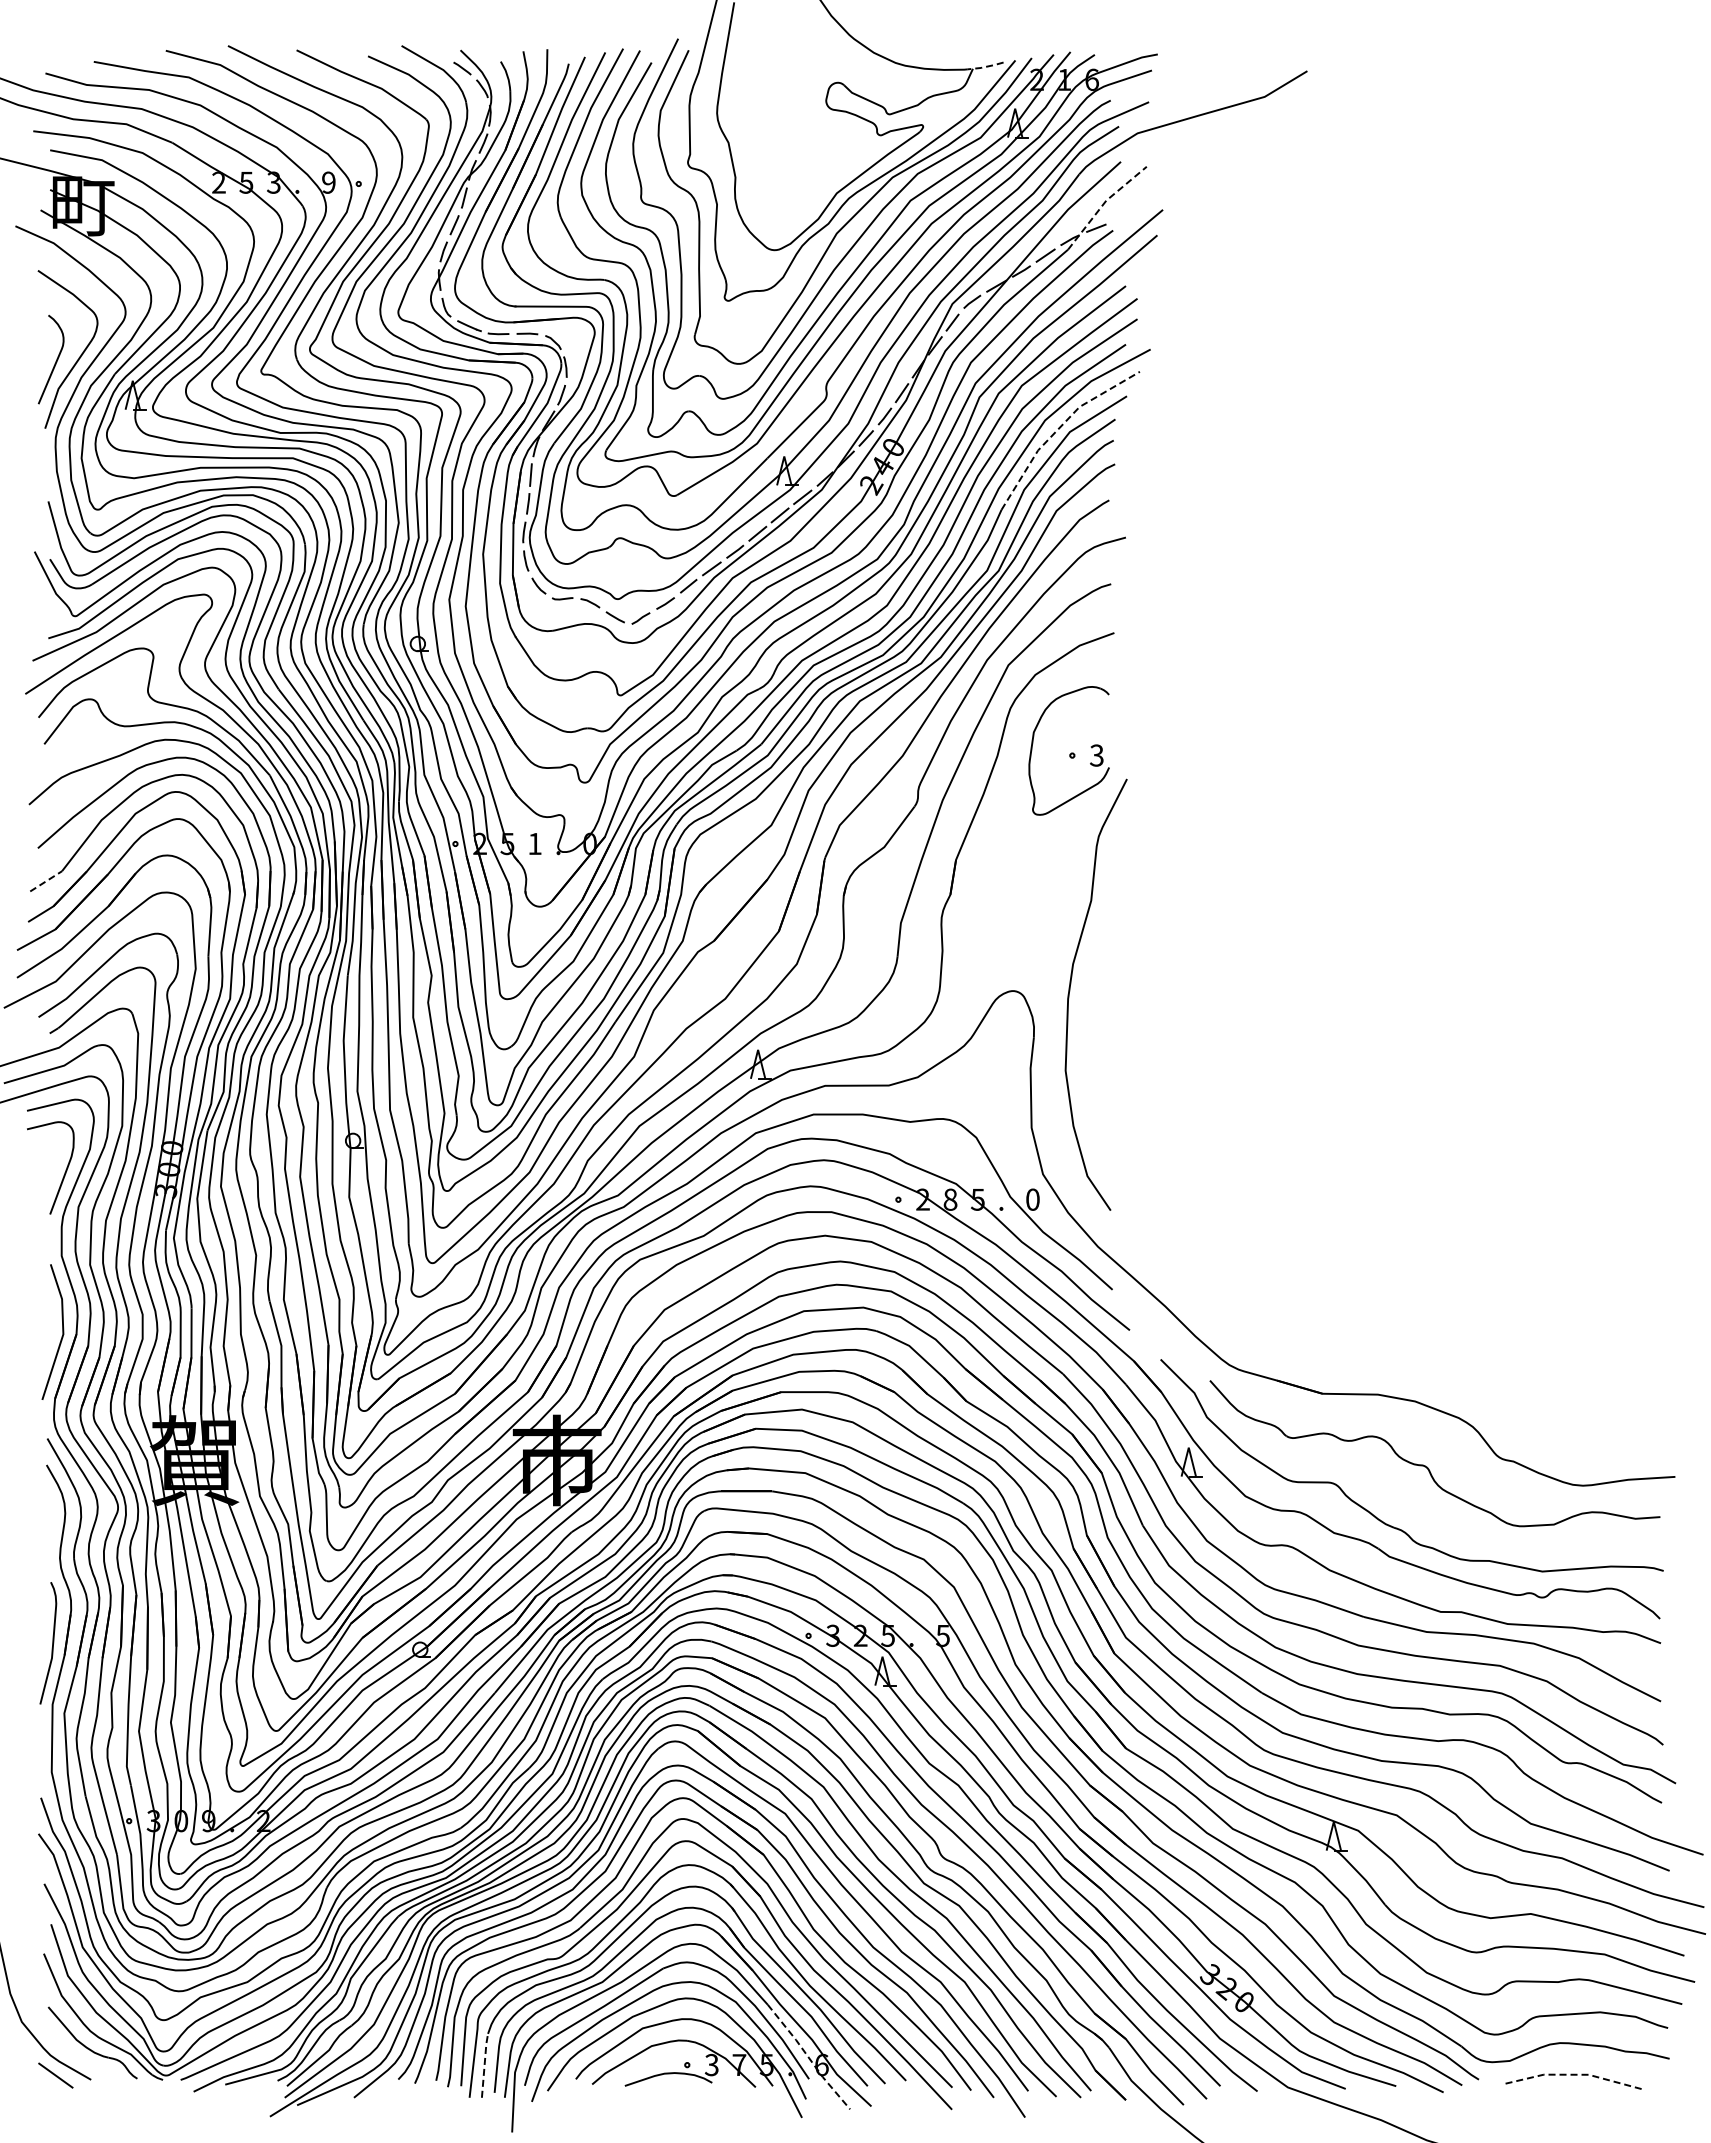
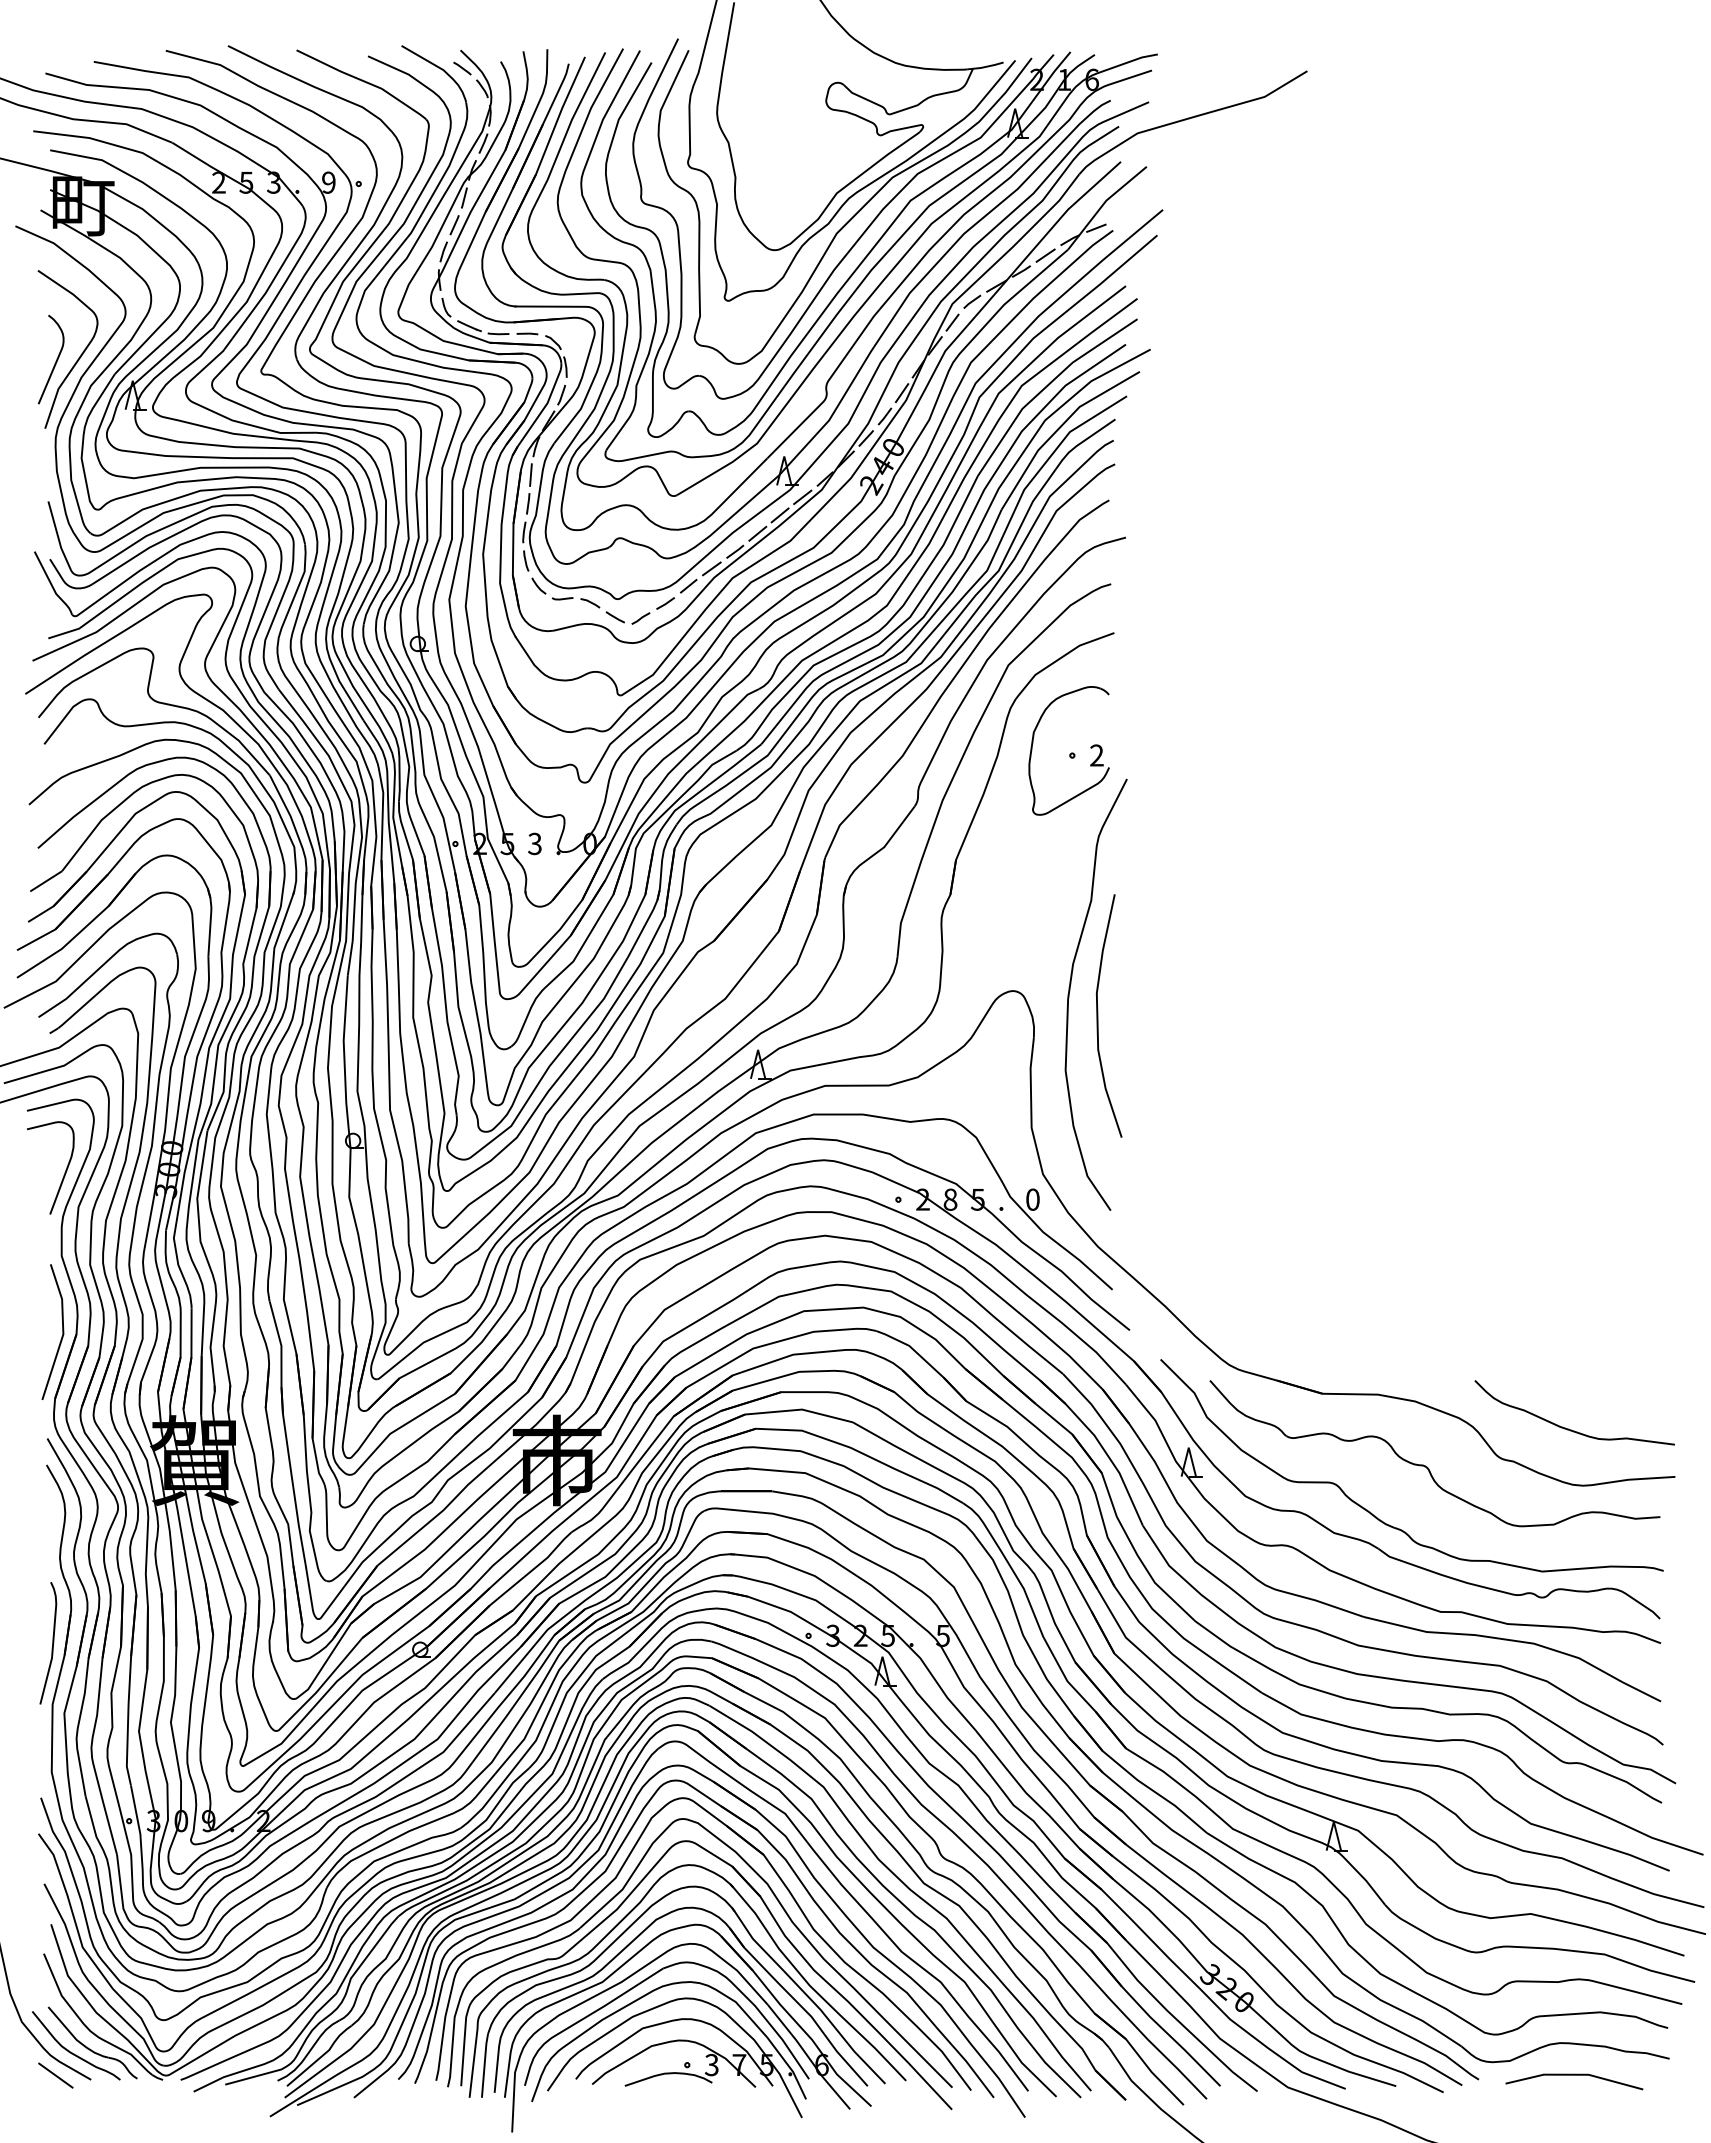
line at (985, 66): dashed -> solid
line at (1103, 203): dashed -> solid
line at (1059, 428): dashed -> solid
text at (1096, 755): 3 -> 2
text at (534, 843): 1 -> 3
line at (46, 881): dashed -> solid
curve at (1098, 1015): none -> present
curve at (1568, 1428): none -> present
curve at (72, 2052): none -> present
line at (808, 2057): dashed -> solid
line at (484, 2064): dashed -> solid
line at (1574, 2074): dashed -> solid
